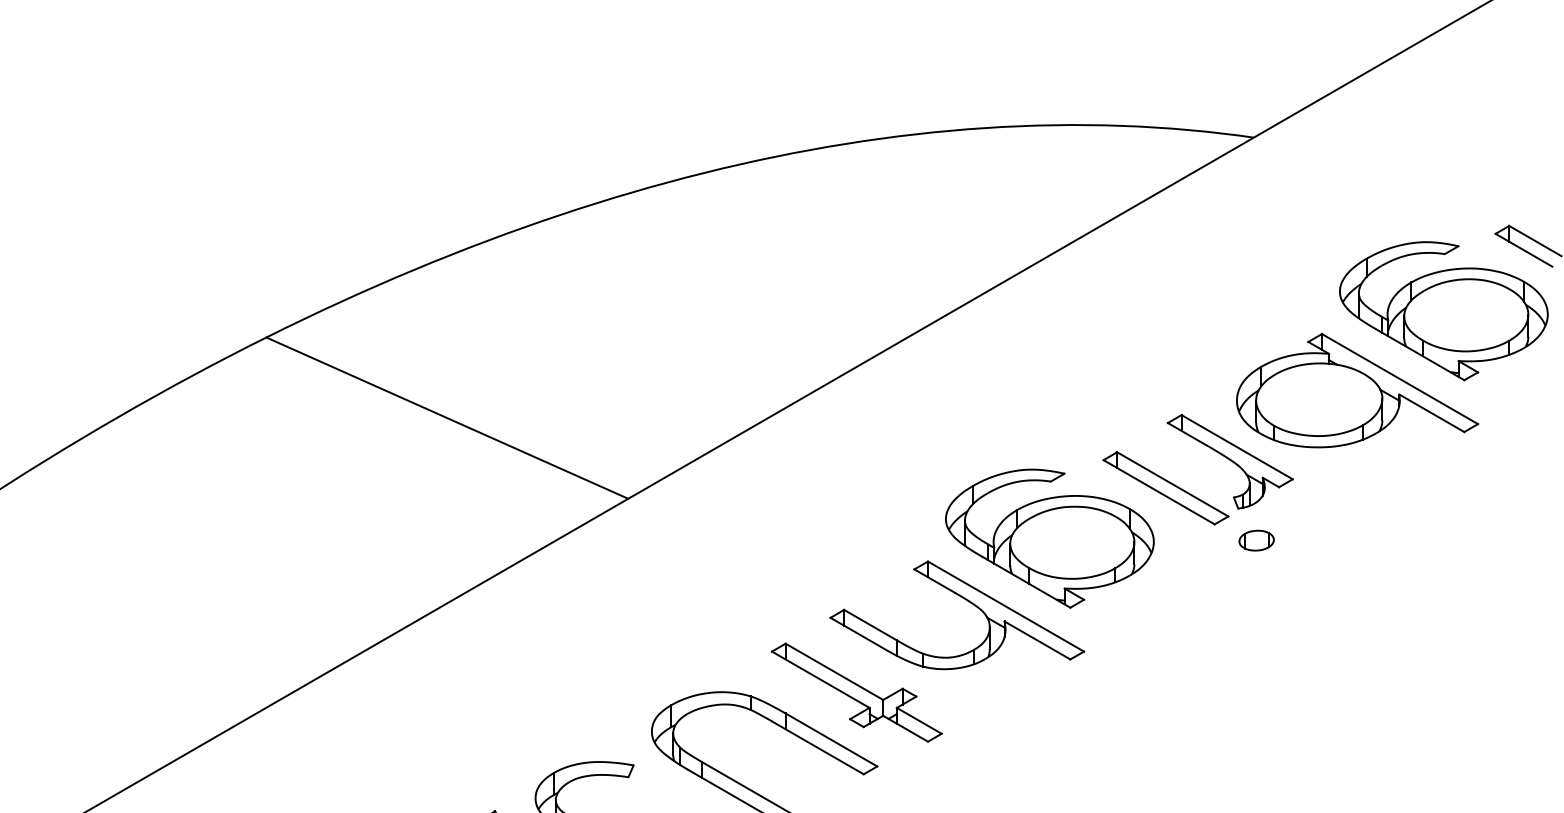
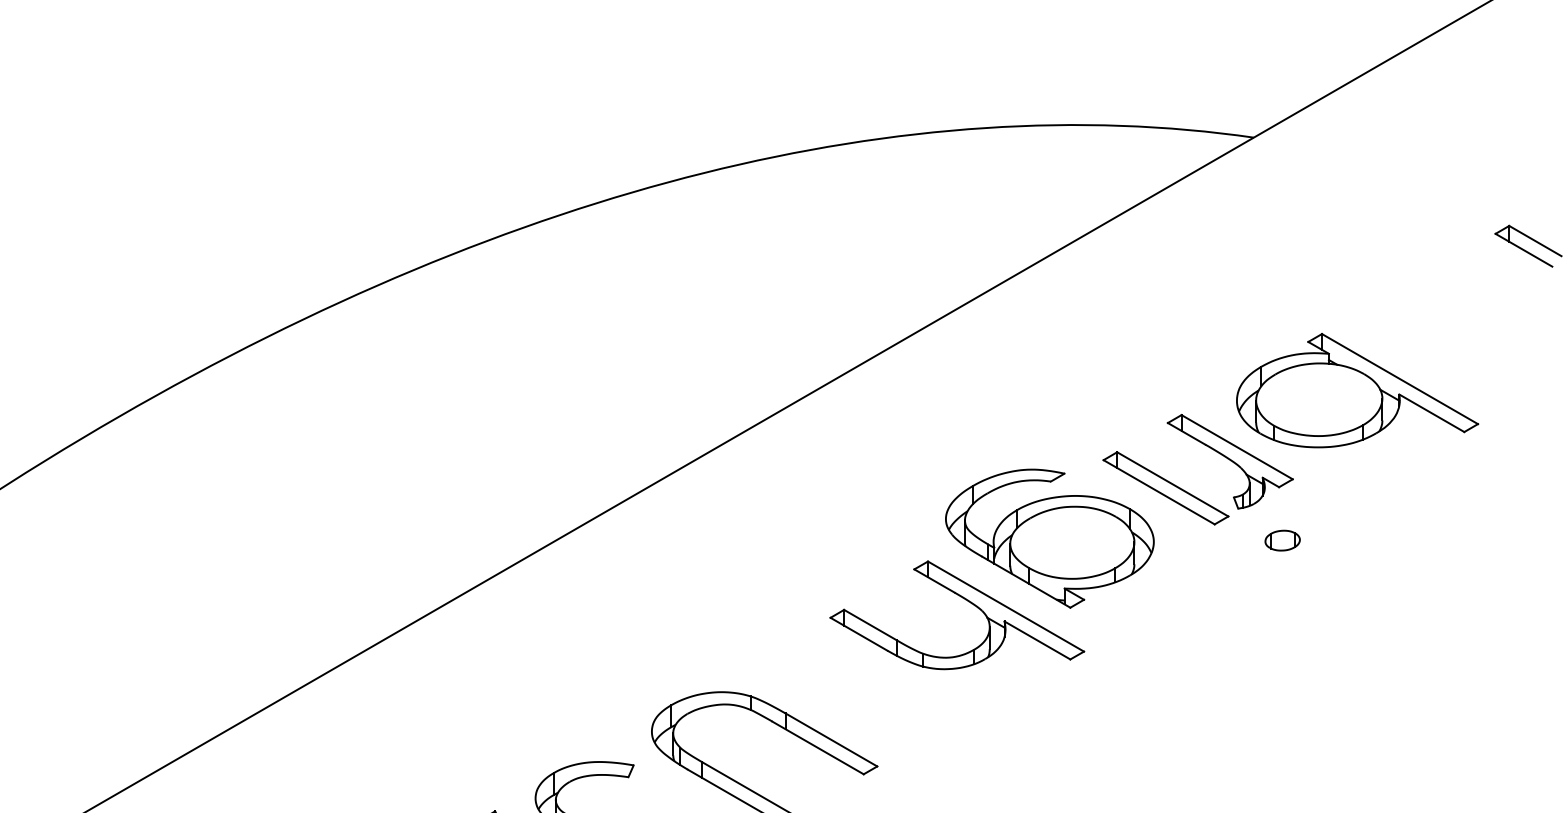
part at (1443, 311): present -> none
line at (447, 417): present -> none
part at (1256, 540) position: (1256, 540) -> (1282, 540)
part at (856, 692): present -> none
